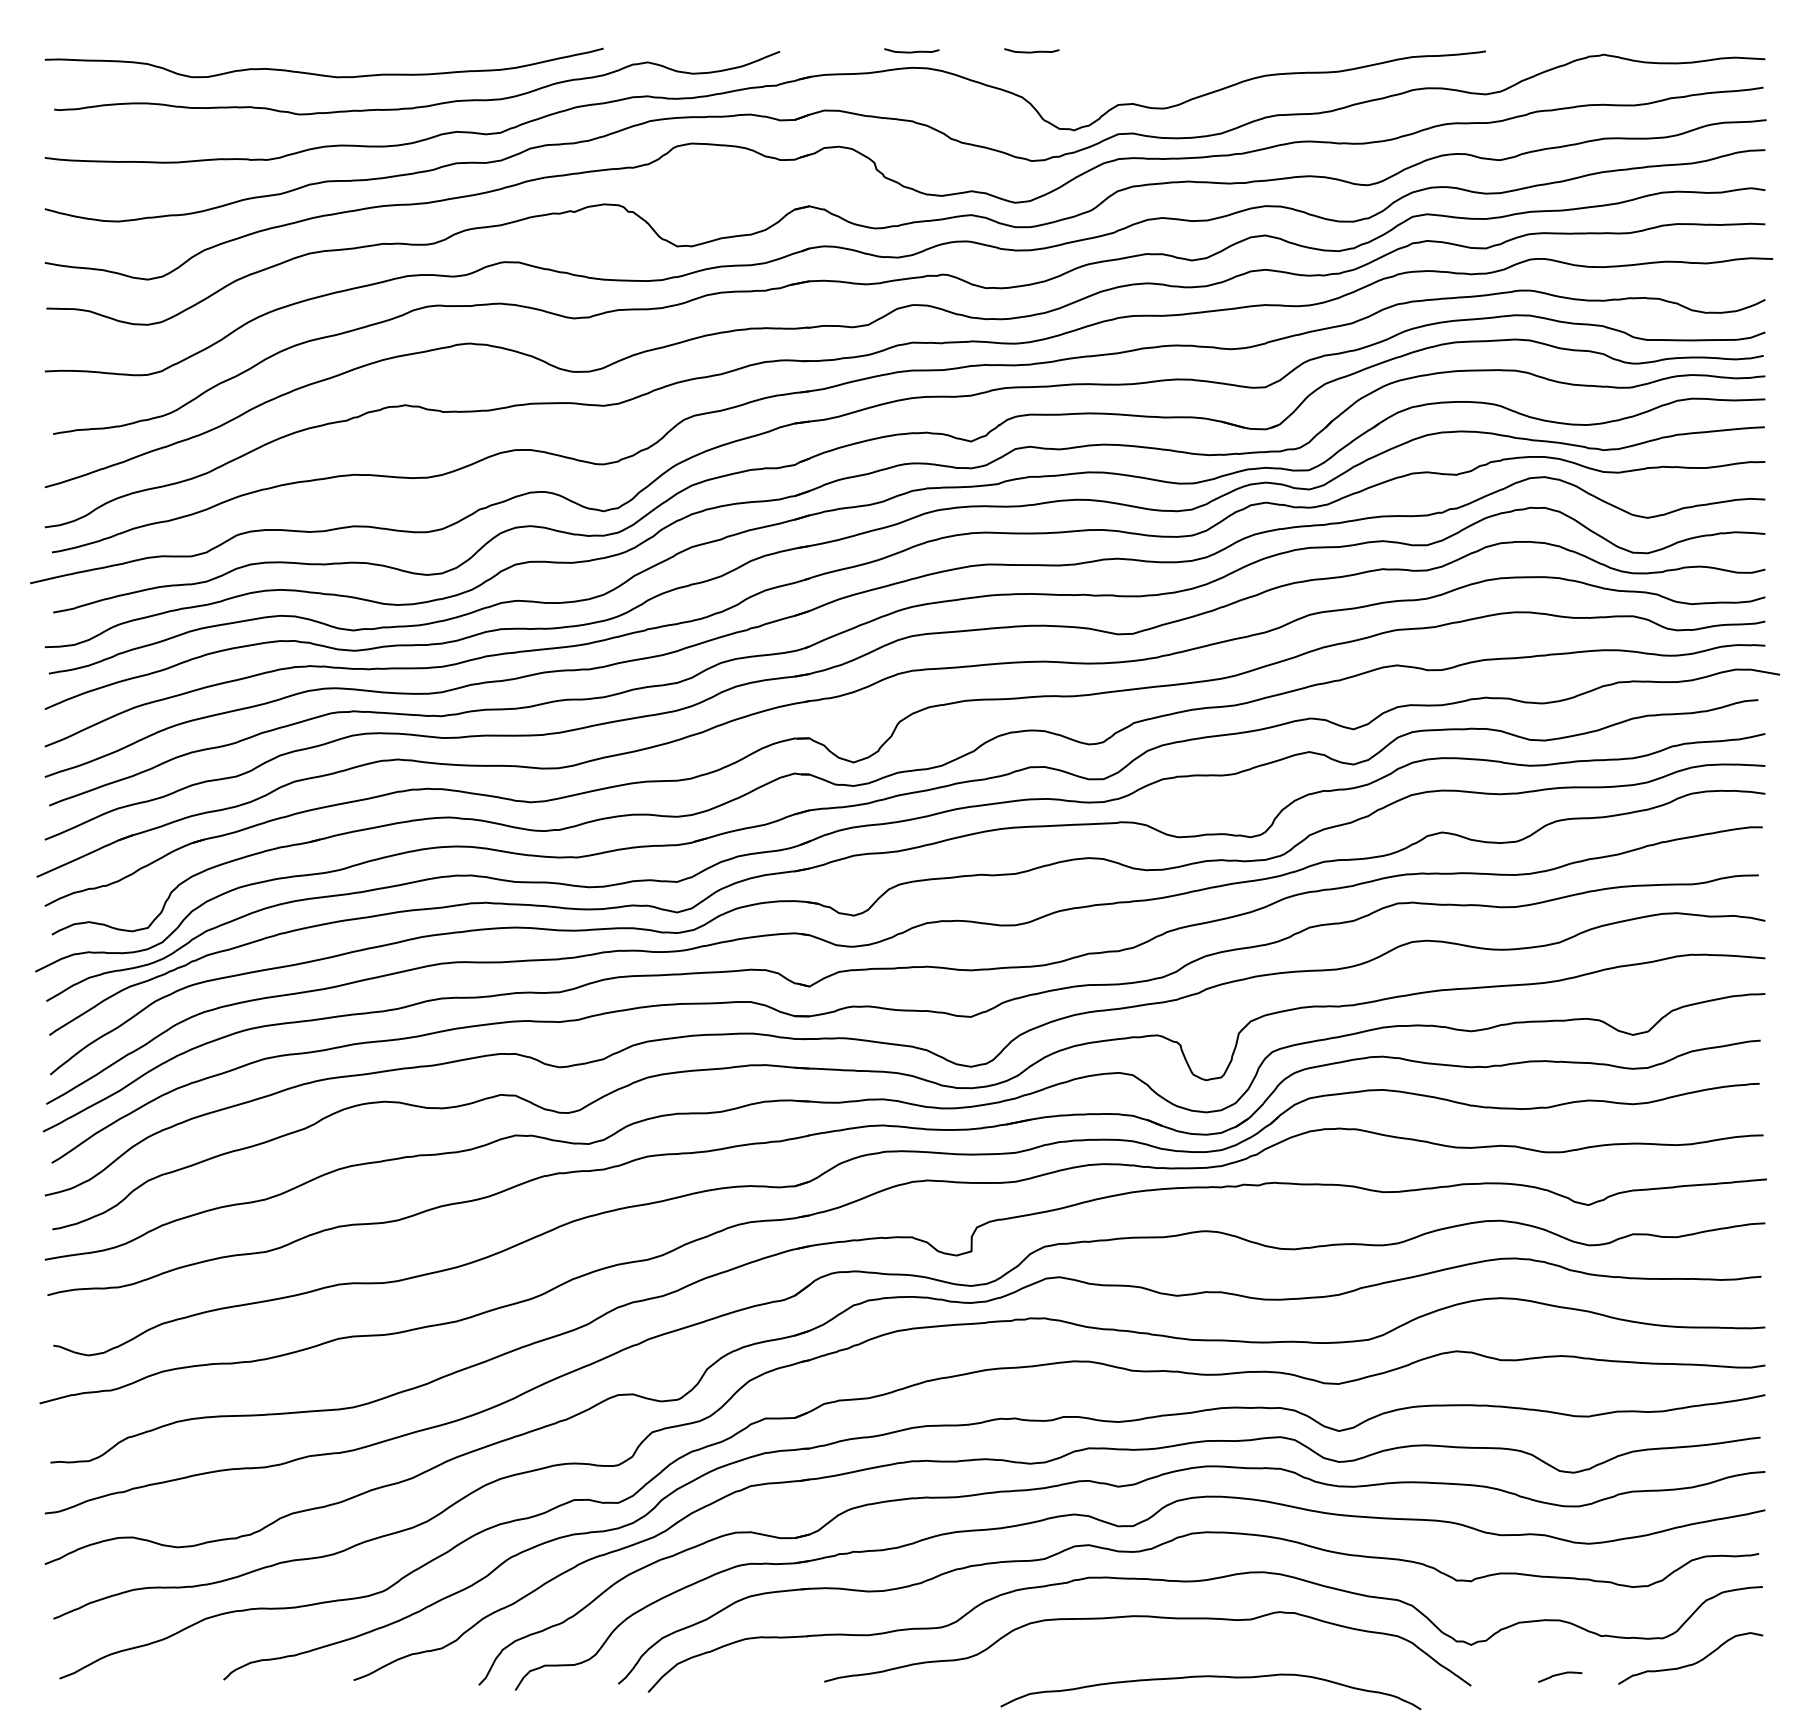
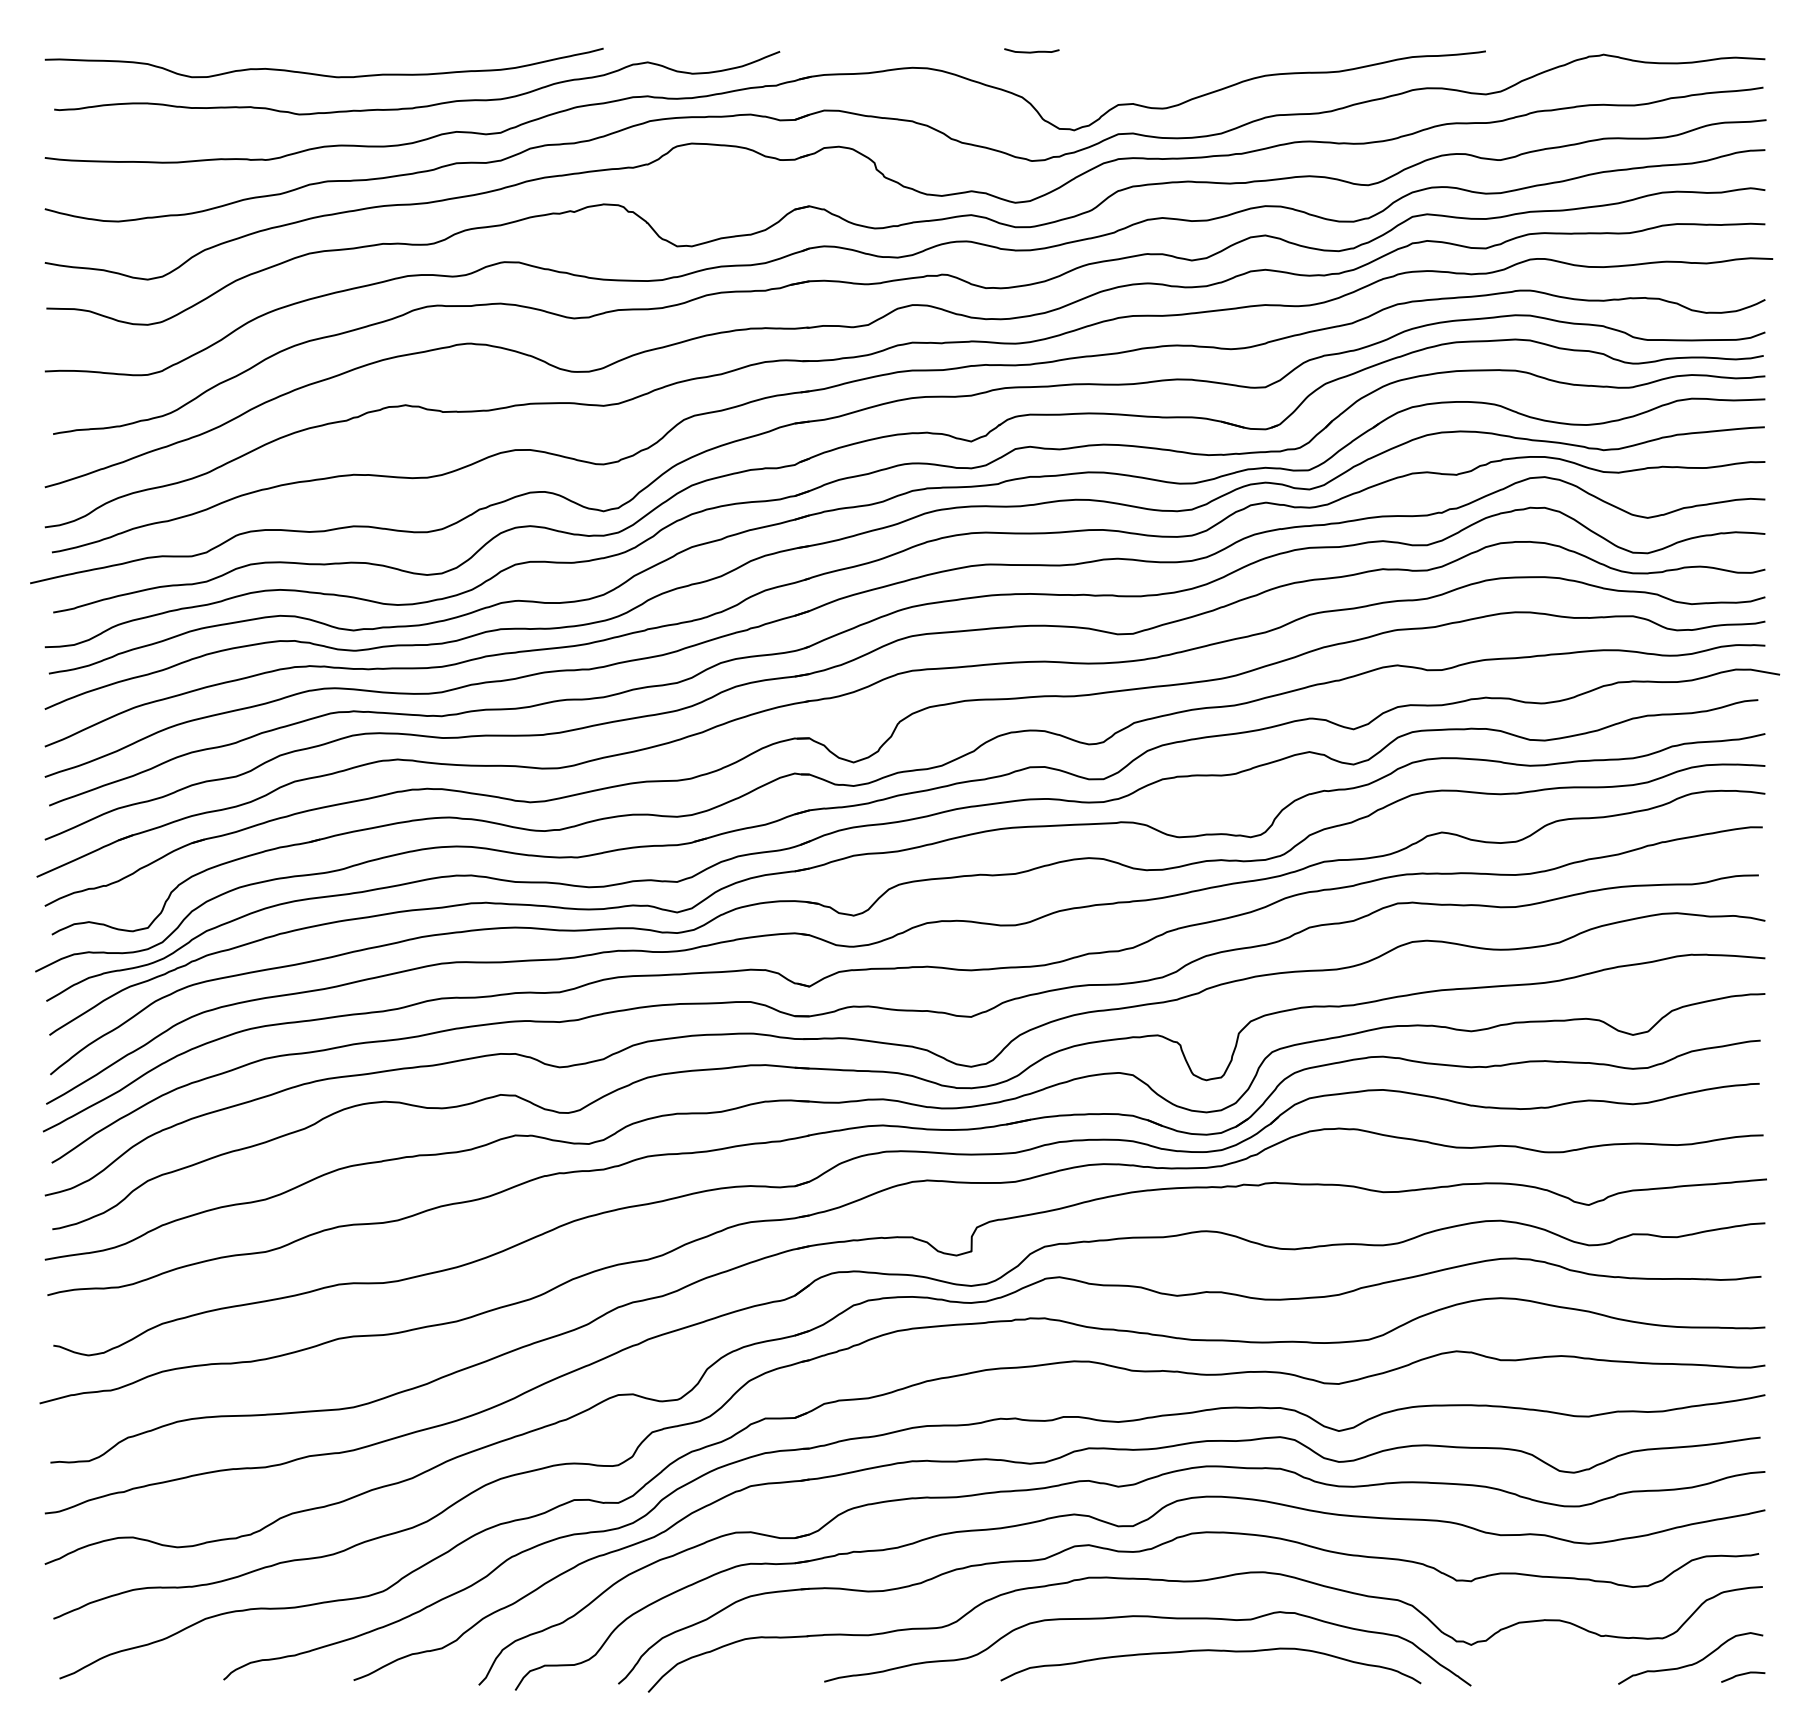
curve at (911, 51): present -> none
curve at (1560, 1675) position: (1560, 1675) -> (1743, 1675)
curve at (1210, 1677) position: (1210, 1677) -> (1210, 1651)
